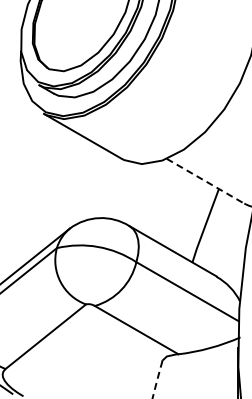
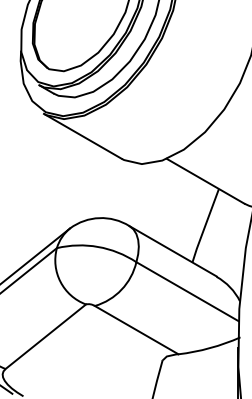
line at (205, 181): dashed -> solid
arc at (157, 380): dashed -> solid
